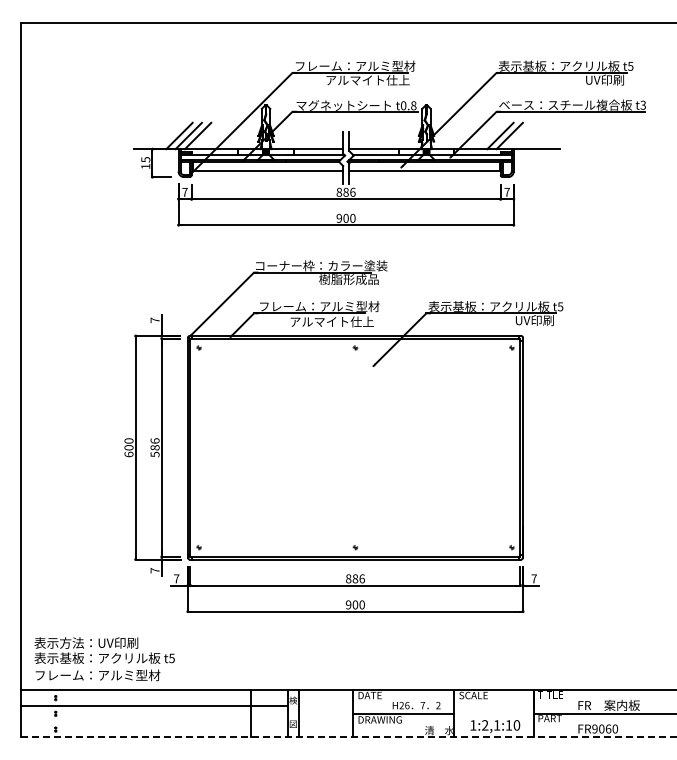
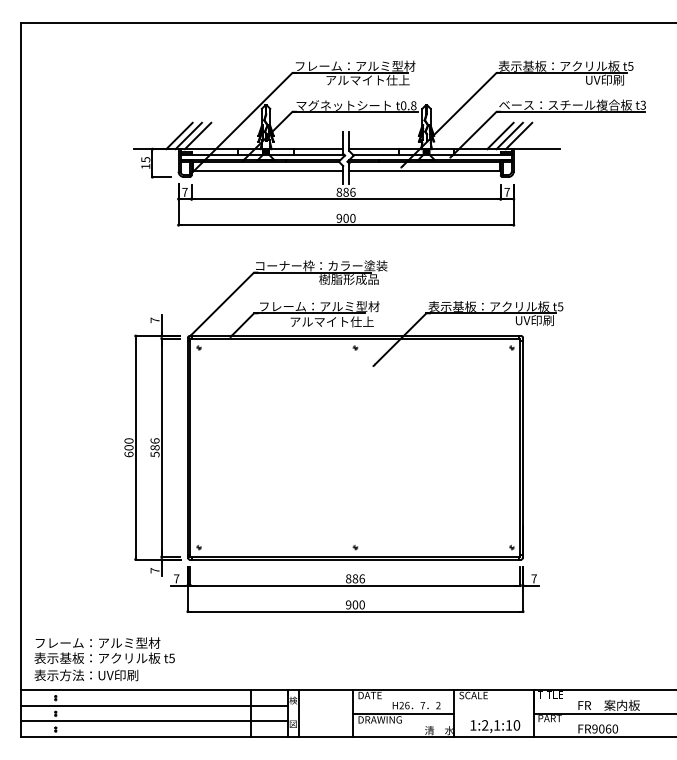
line at (518, 135): none -> present
text at (97, 642): 表示方法：UV印刷 -> フレーム：アルミ型材
text at (97, 675): フレーム：アルミ型材 -> 表示方法：UV印刷
line at (153, 721): none -> present
line at (348, 737): dashed -> solid
